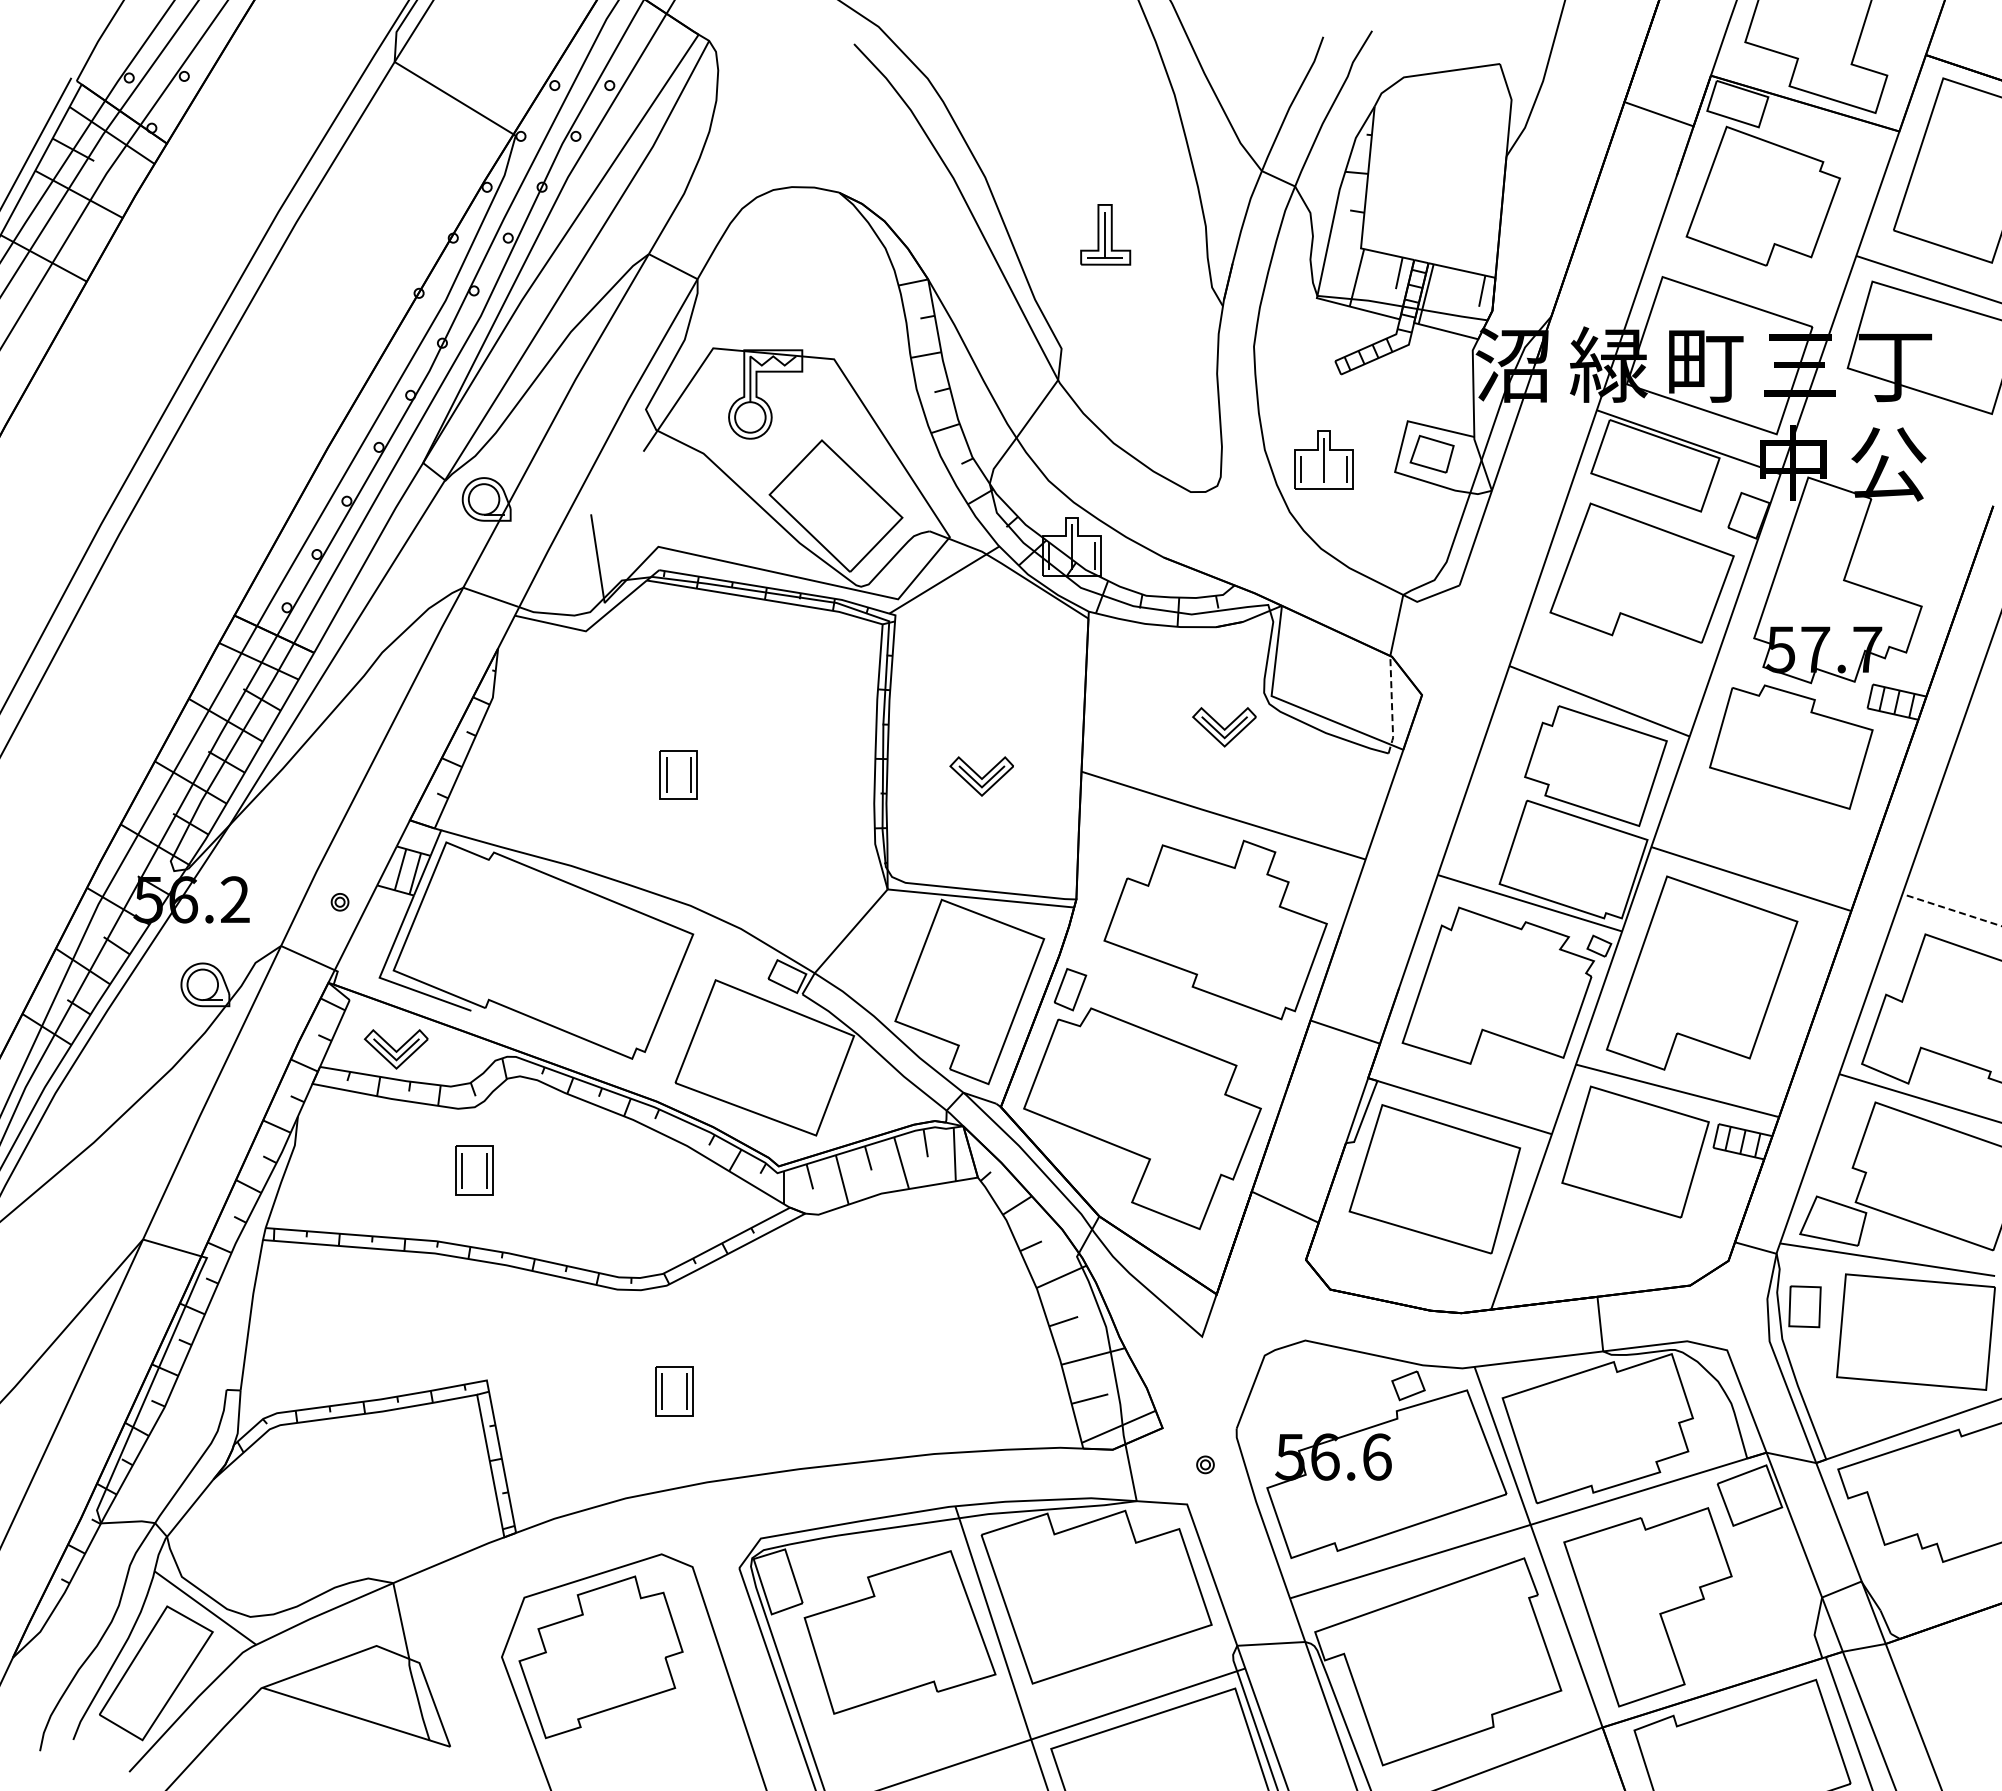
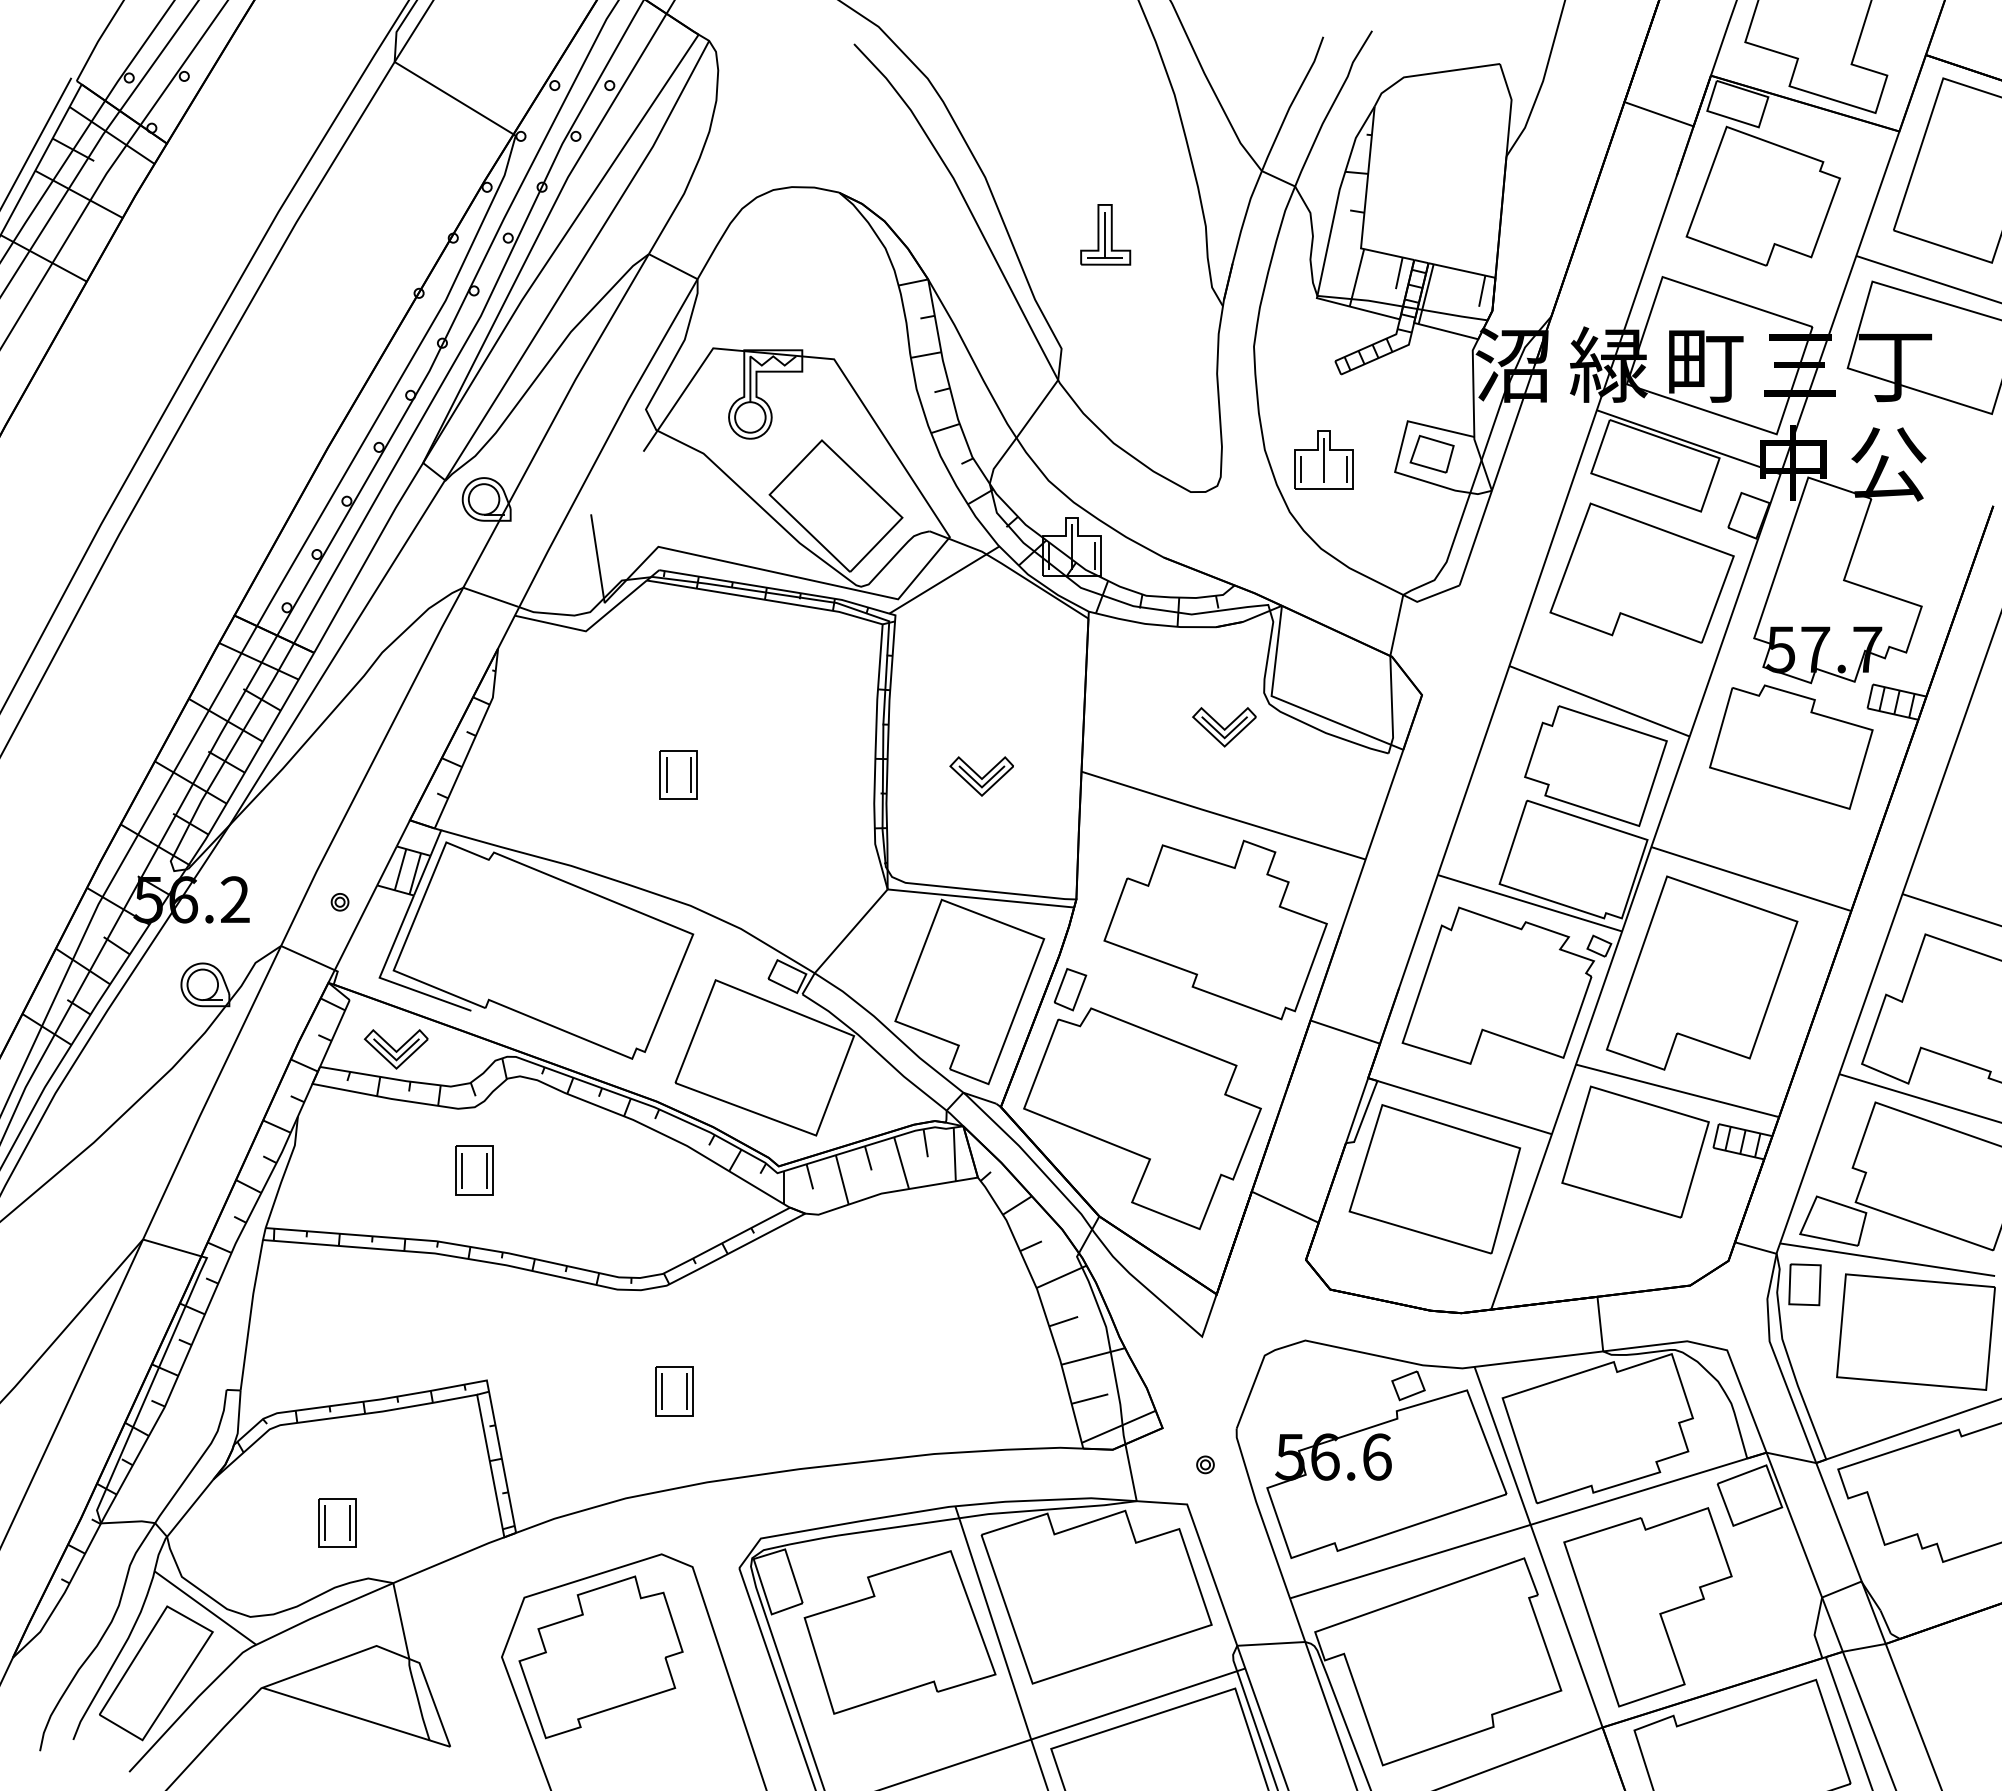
line at (1392, 705): dashed -> solid
line at (1951, 910): dashed -> solid
part at (1804, 1306) position: (1804, 1306) -> (1804, 1284)
part at (337, 1522): none -> present
